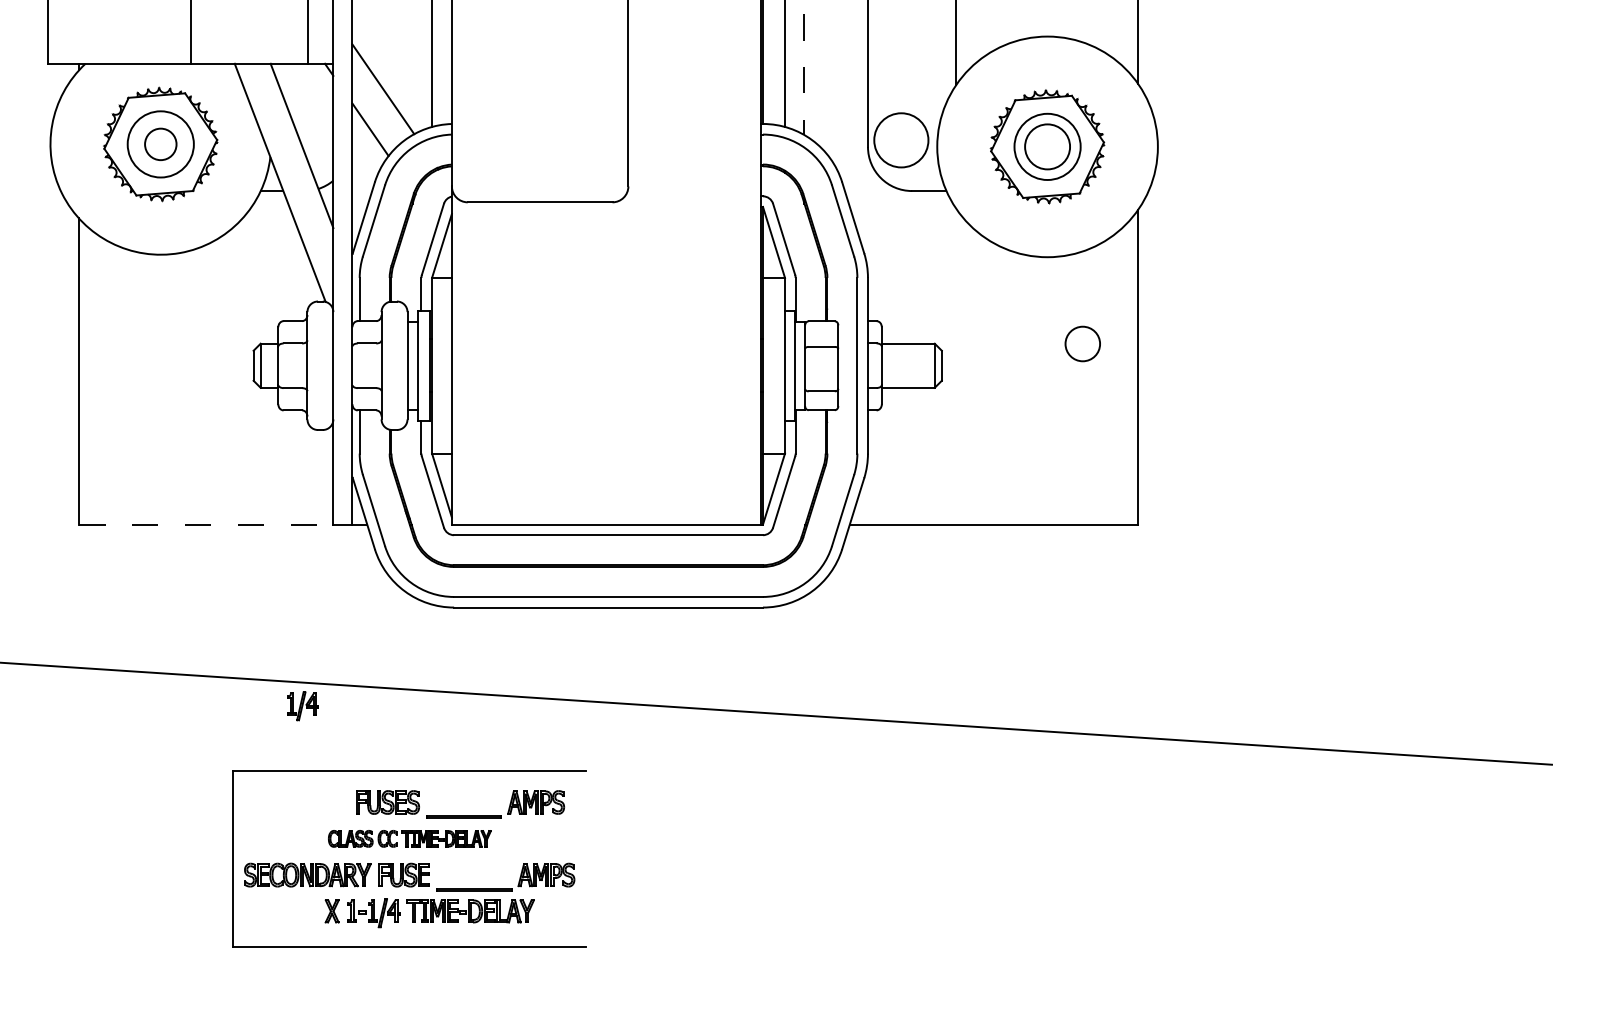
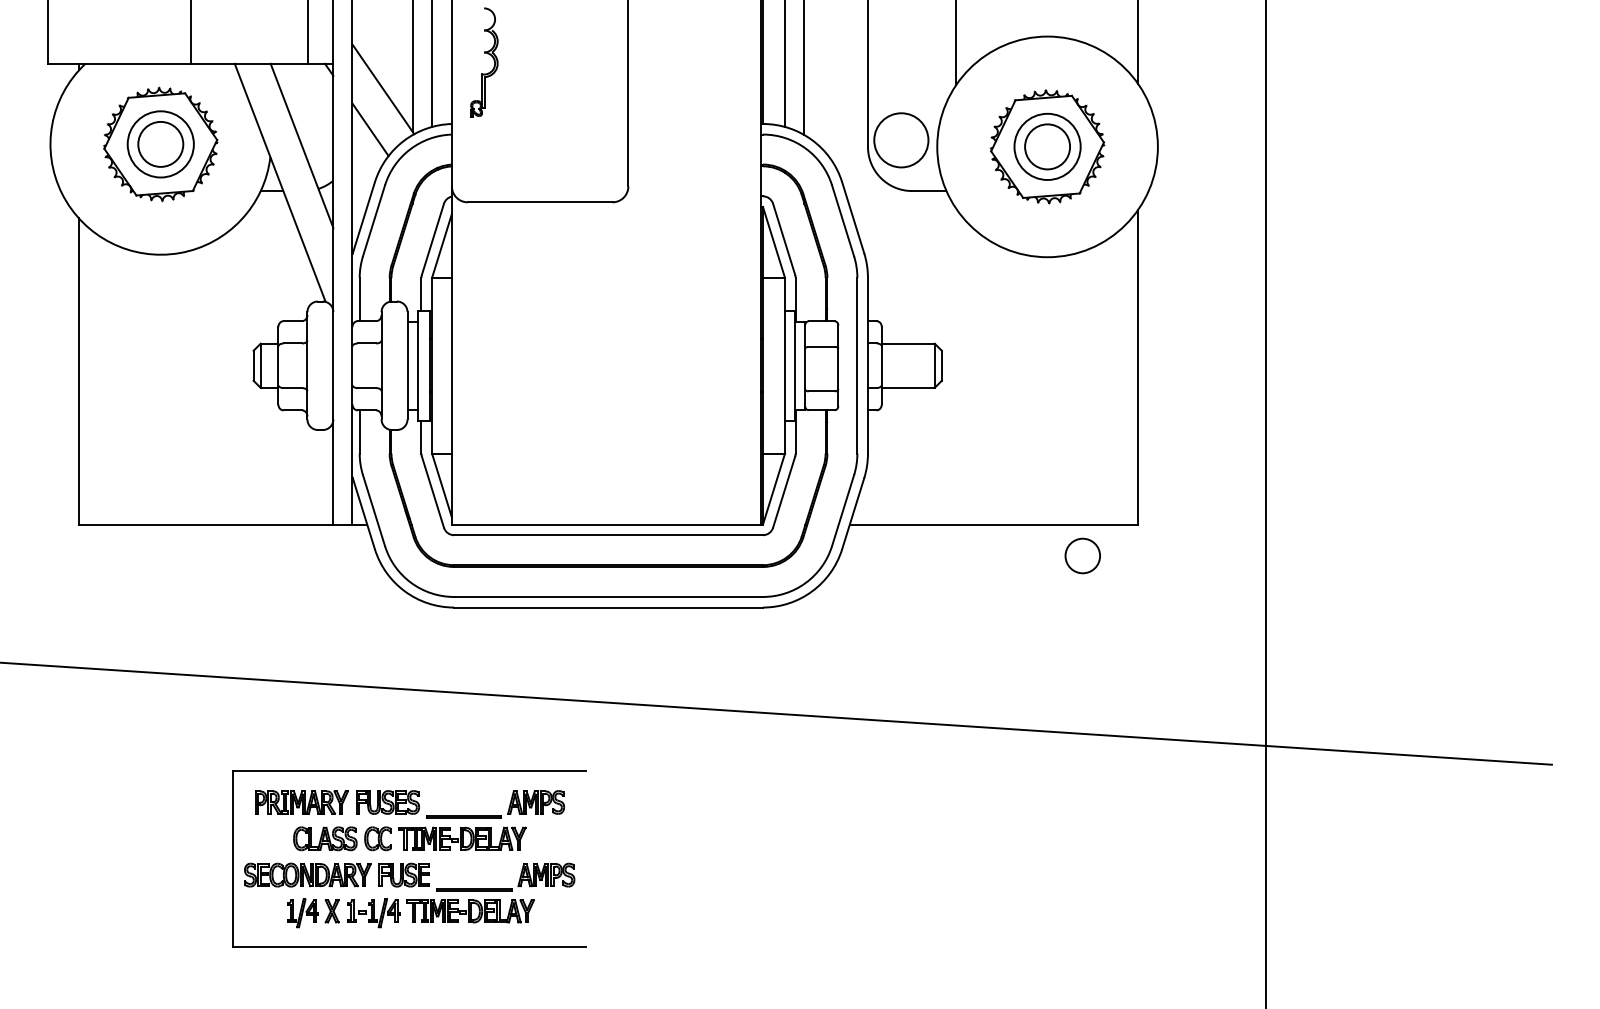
part at (489, 55): none -> present
line at (412, 66): none -> present
line at (804, 68): dashed -> solid
circle at (160, 144) diameter: 32 px -> 45 px
circle at (1082, 343) position: (1082, 343) -> (1082, 555)
line at (1266, 503): none -> present
line at (206, 524): dashed -> solid
part at (302, 706) position: (302, 706) -> (302, 913)
part at (301, 802): none -> present
part at (409, 838) size: 164x18 px -> 234x26 px
